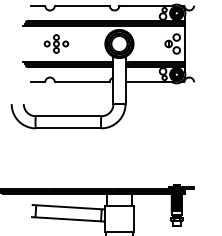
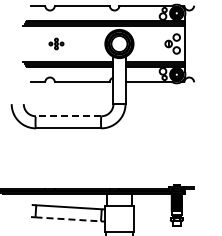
part at (56, 43) size: 27x20 px -> 17x14 px
line at (68, 116): solid -> dashed
line at (68, 219): solid -> dashed
